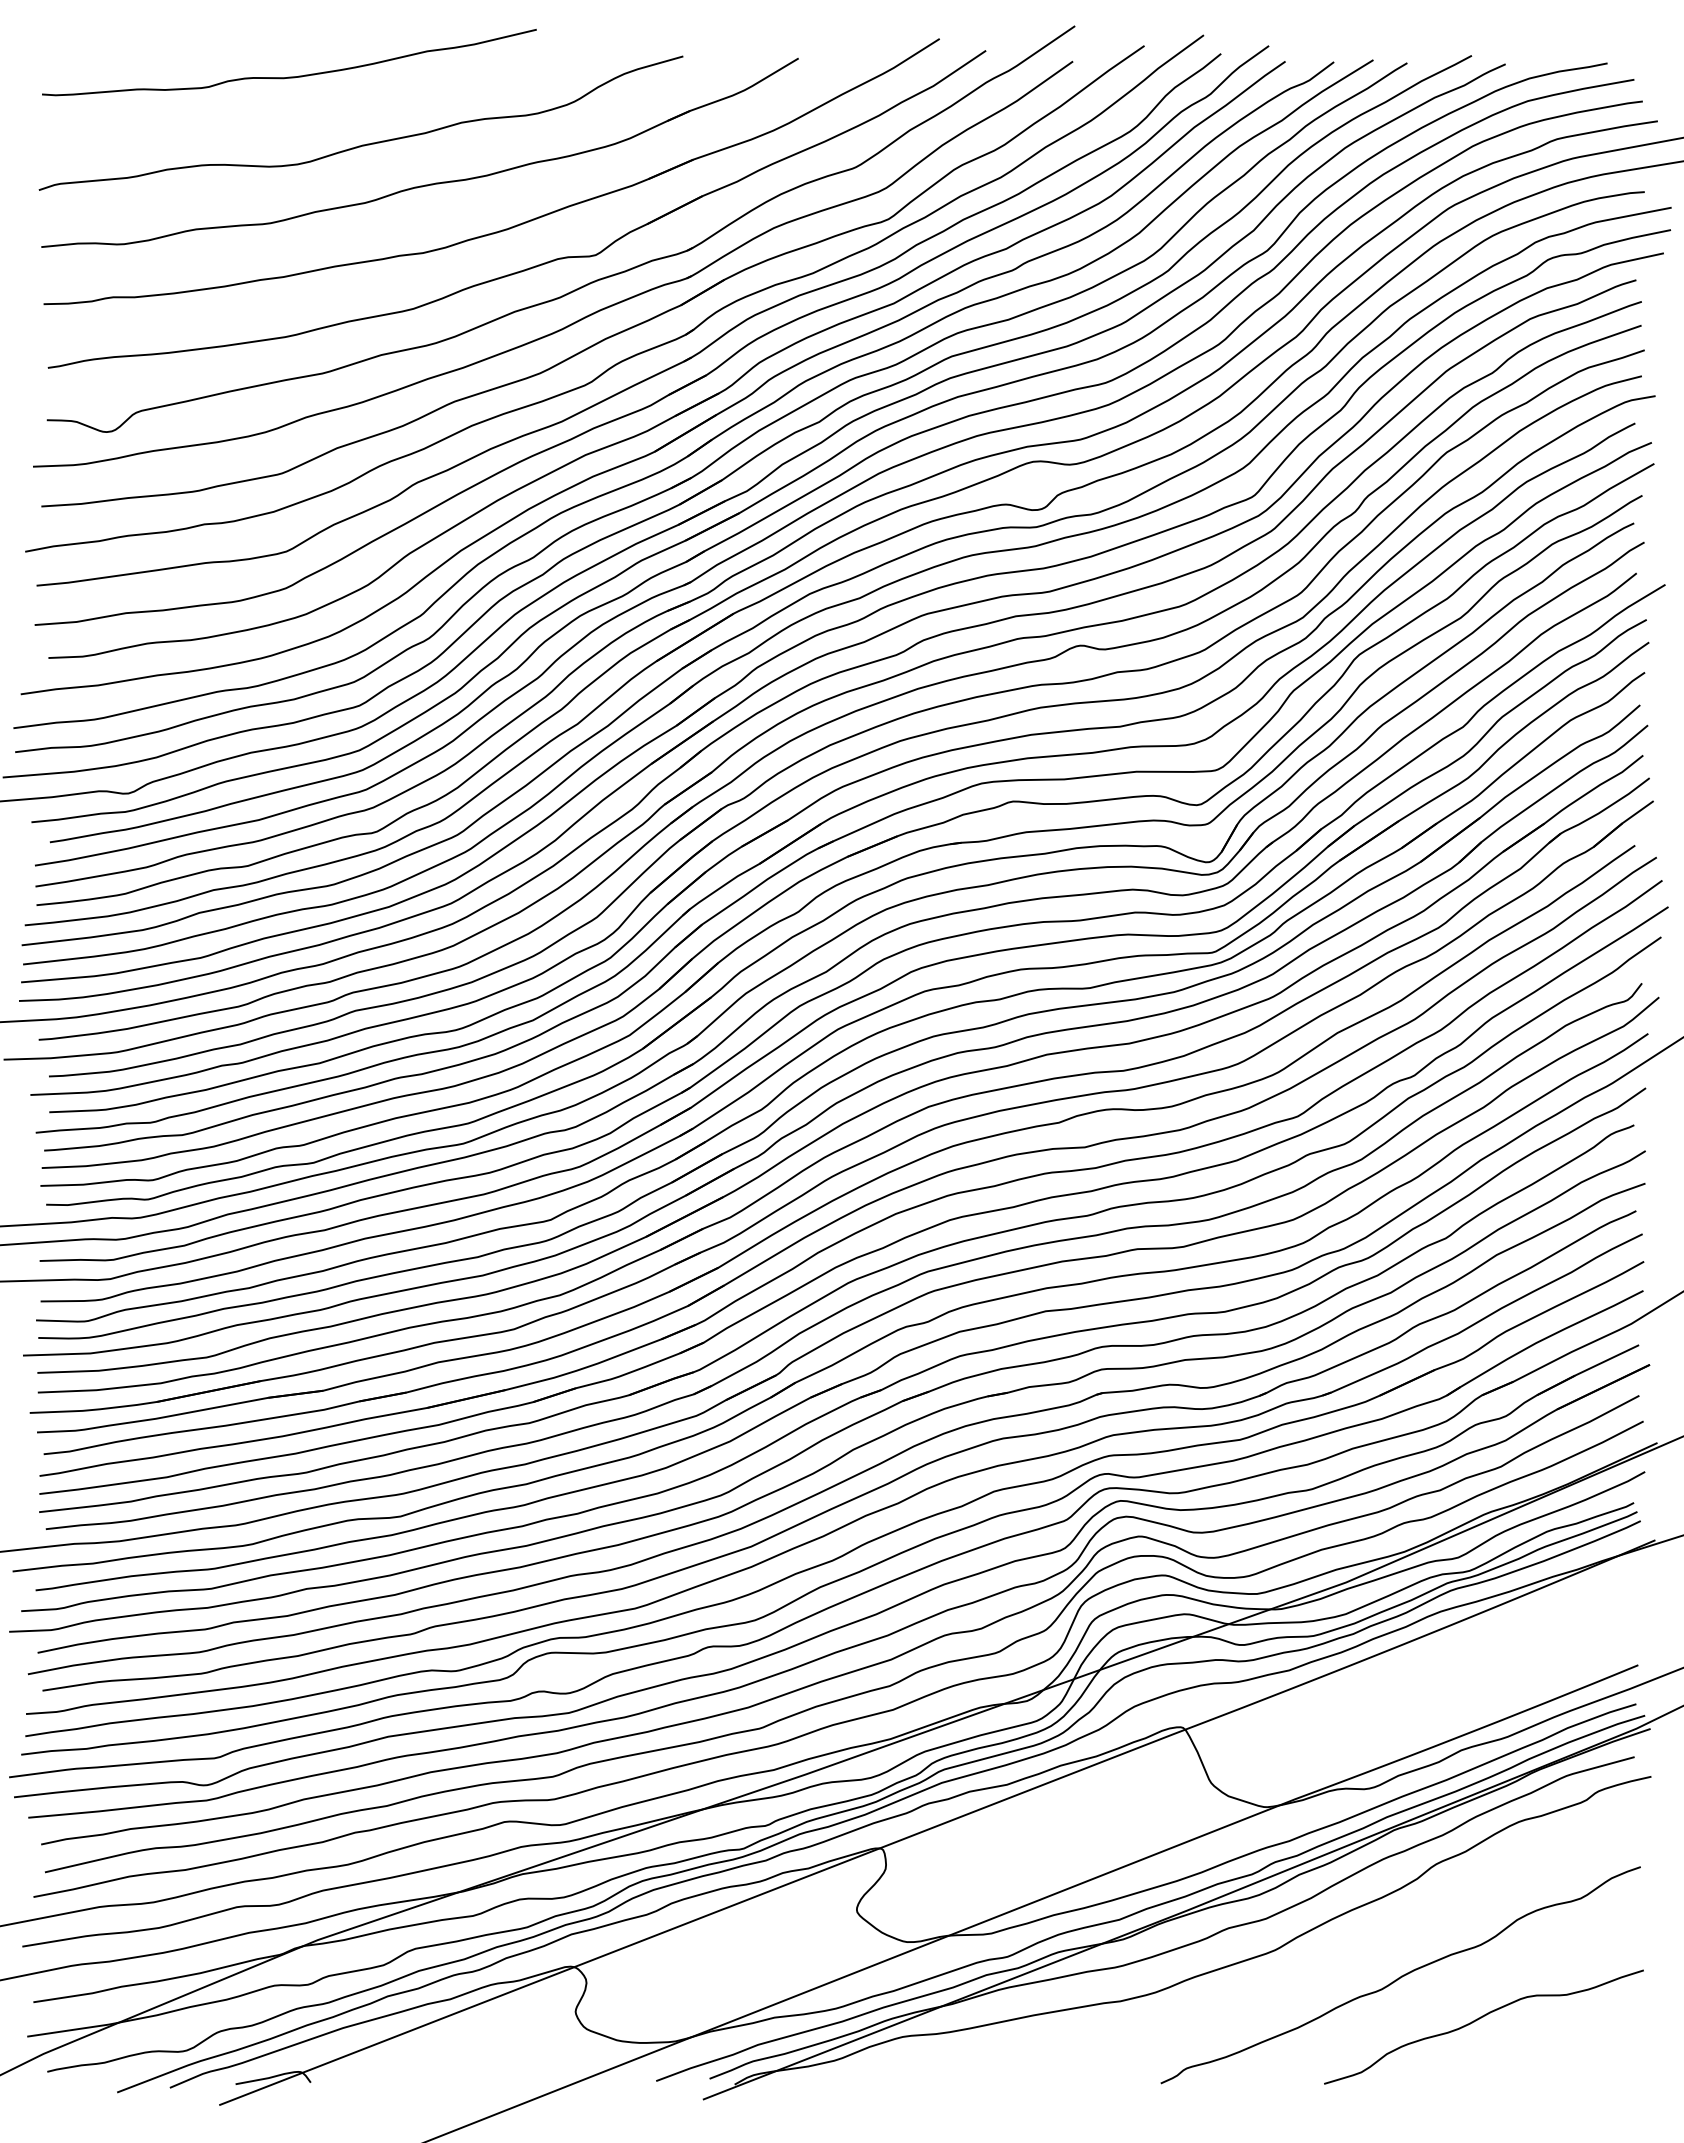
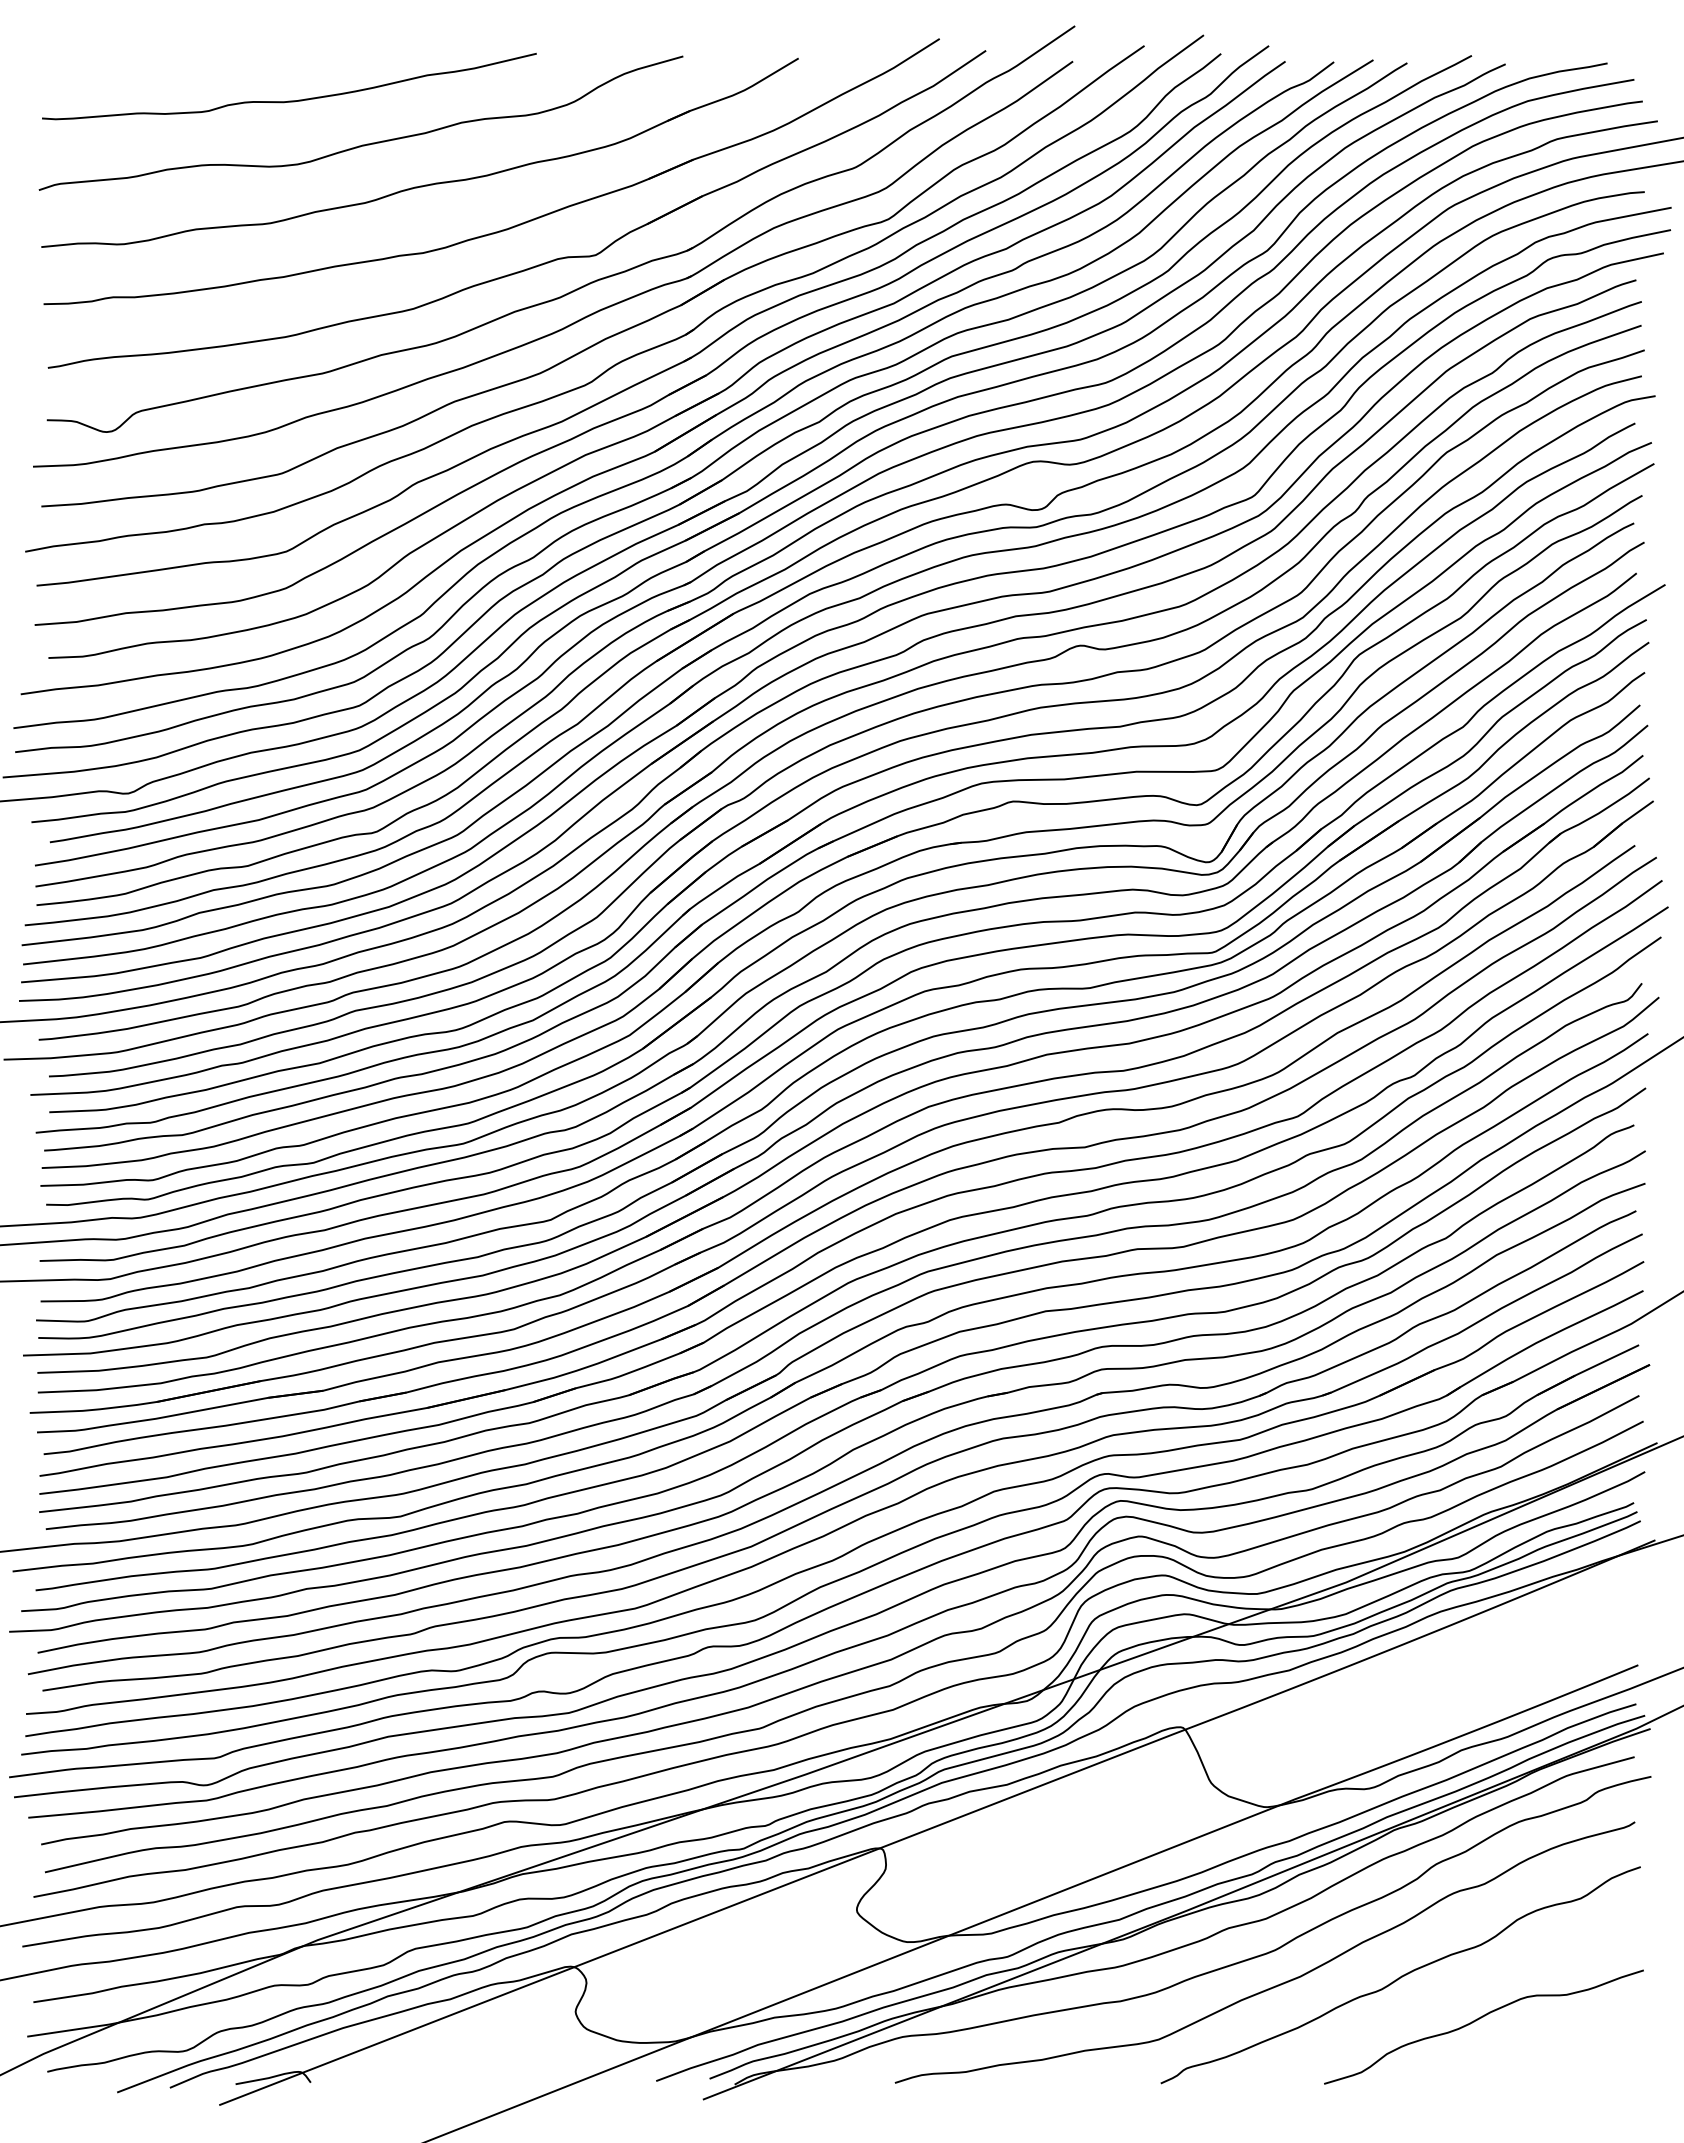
curve at (289, 76) position: (289, 76) -> (289, 100)
curve at (1277, 1984): none -> present
